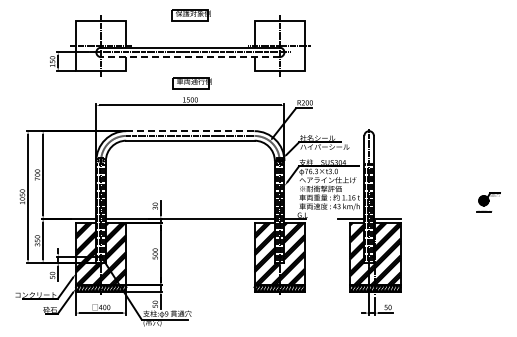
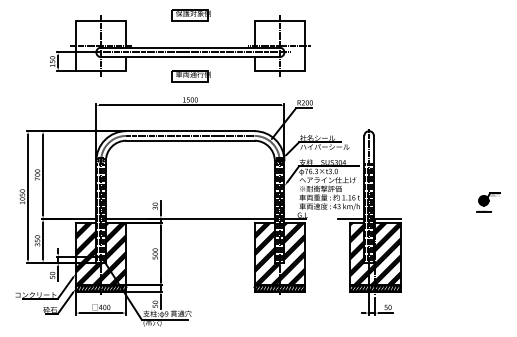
line at (189, 57): dashed -> solid
part at (191, 83) position: (191, 83) -> (190, 76)
line at (190, 131): dashed -> solid
